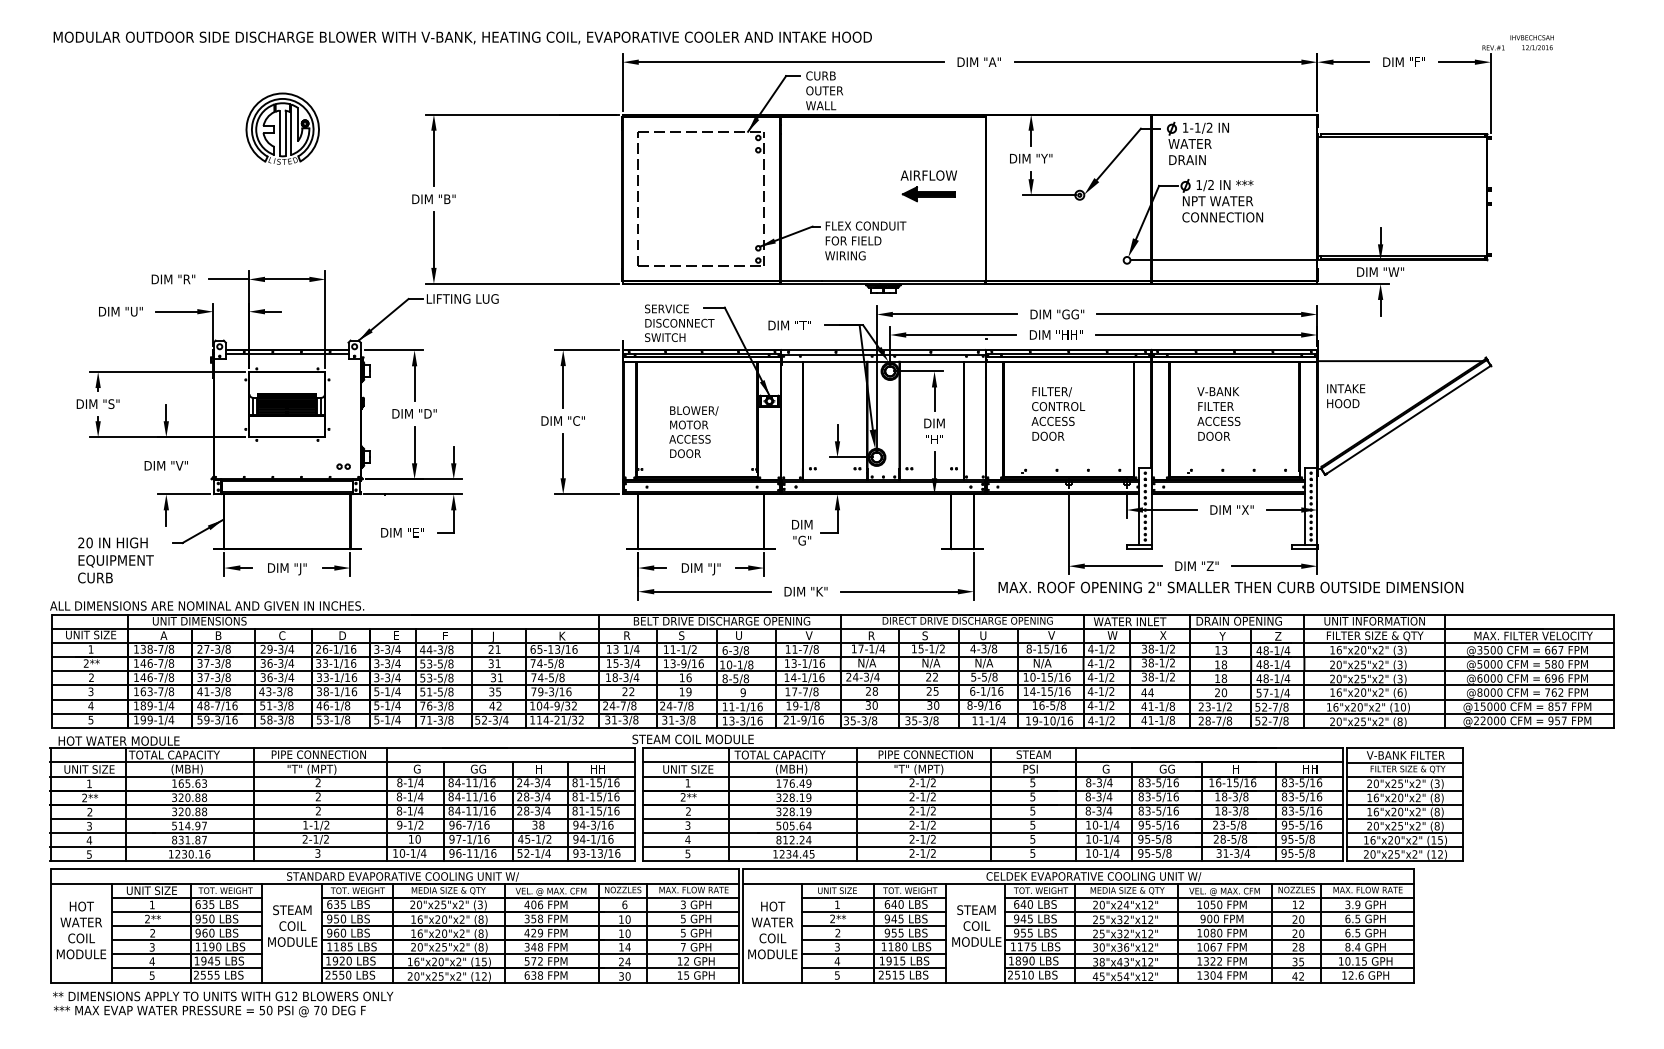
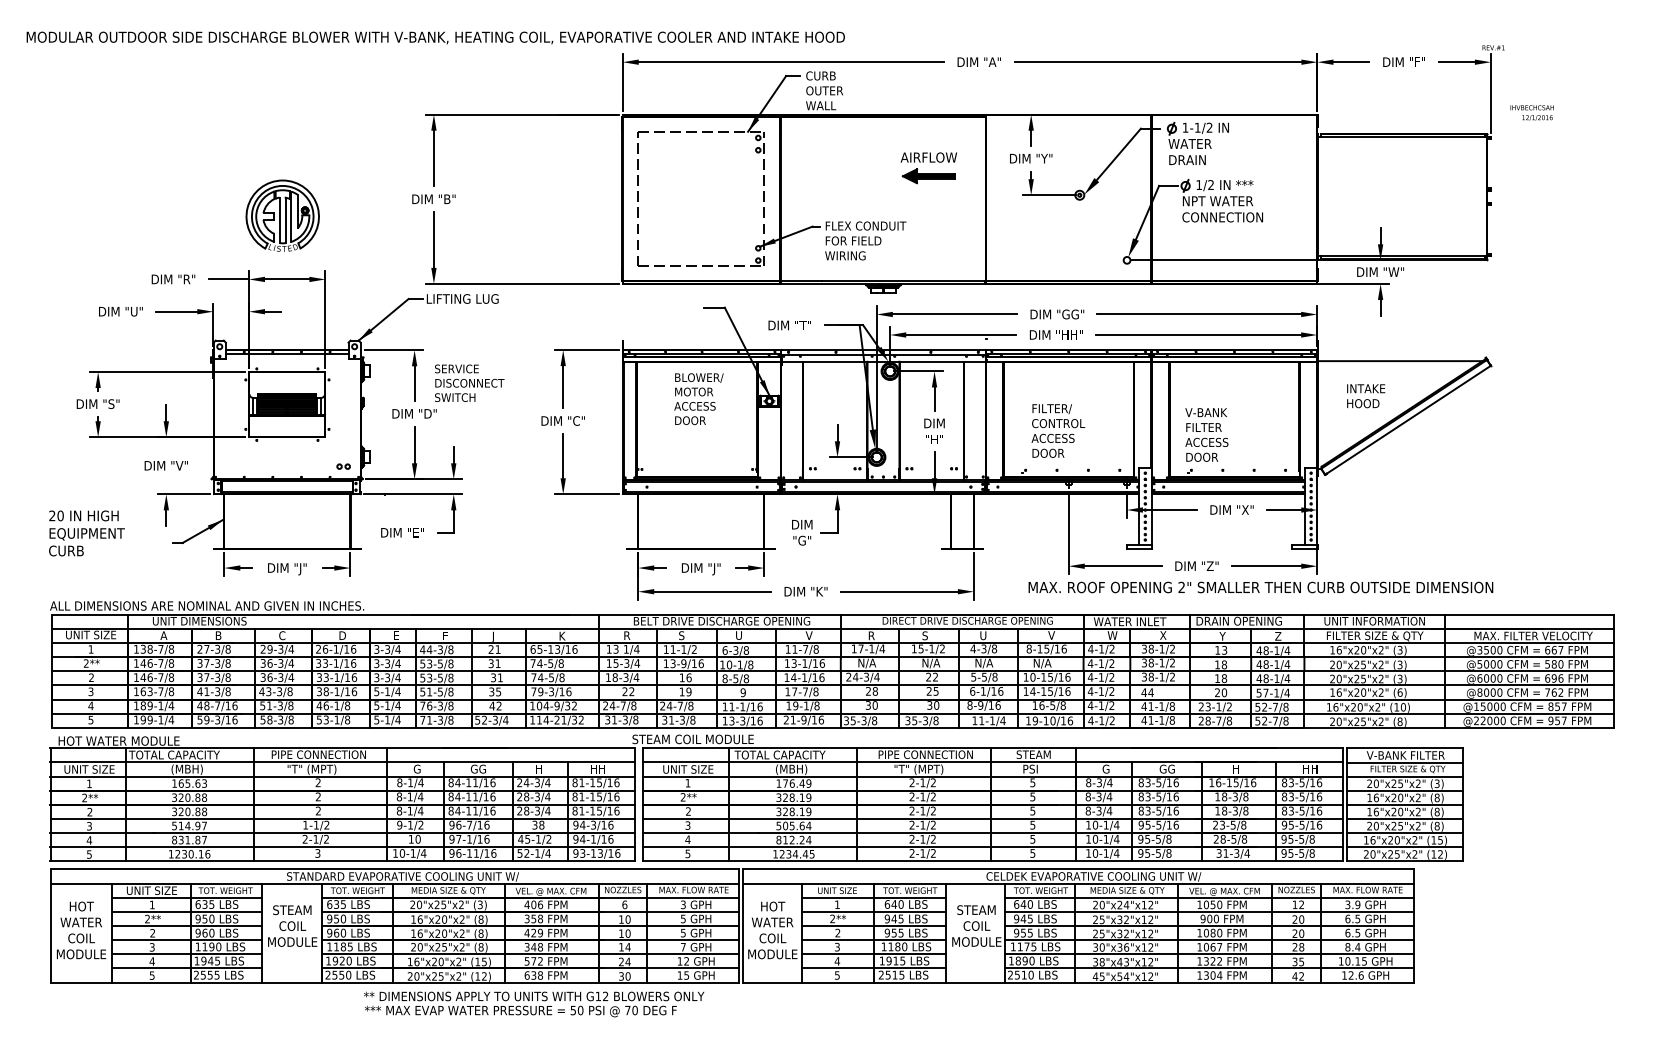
text at (462, 37) position: (462, 37) -> (435, 37)
text at (1531, 42) position: (1531, 42) -> (1531, 112)
part at (282, 128) position: (282, 128) -> (282, 215)
part at (928, 186) position: (928, 186) -> (928, 168)
text at (679, 322) position: (679, 322) -> (469, 382)
text at (1346, 396) position: (1346, 396) -> (1366, 396)
text at (1058, 413) position: (1058, 413) -> (1058, 430)
text at (1218, 413) position: (1218, 413) -> (1206, 434)
text at (693, 432) position: (693, 432) -> (698, 399)
text at (115, 560) position: (115, 560) -> (86, 533)
text at (1230, 587) position: (1230, 587) -> (1260, 587)
text at (223, 1004) position: (223, 1004) -> (534, 1004)
